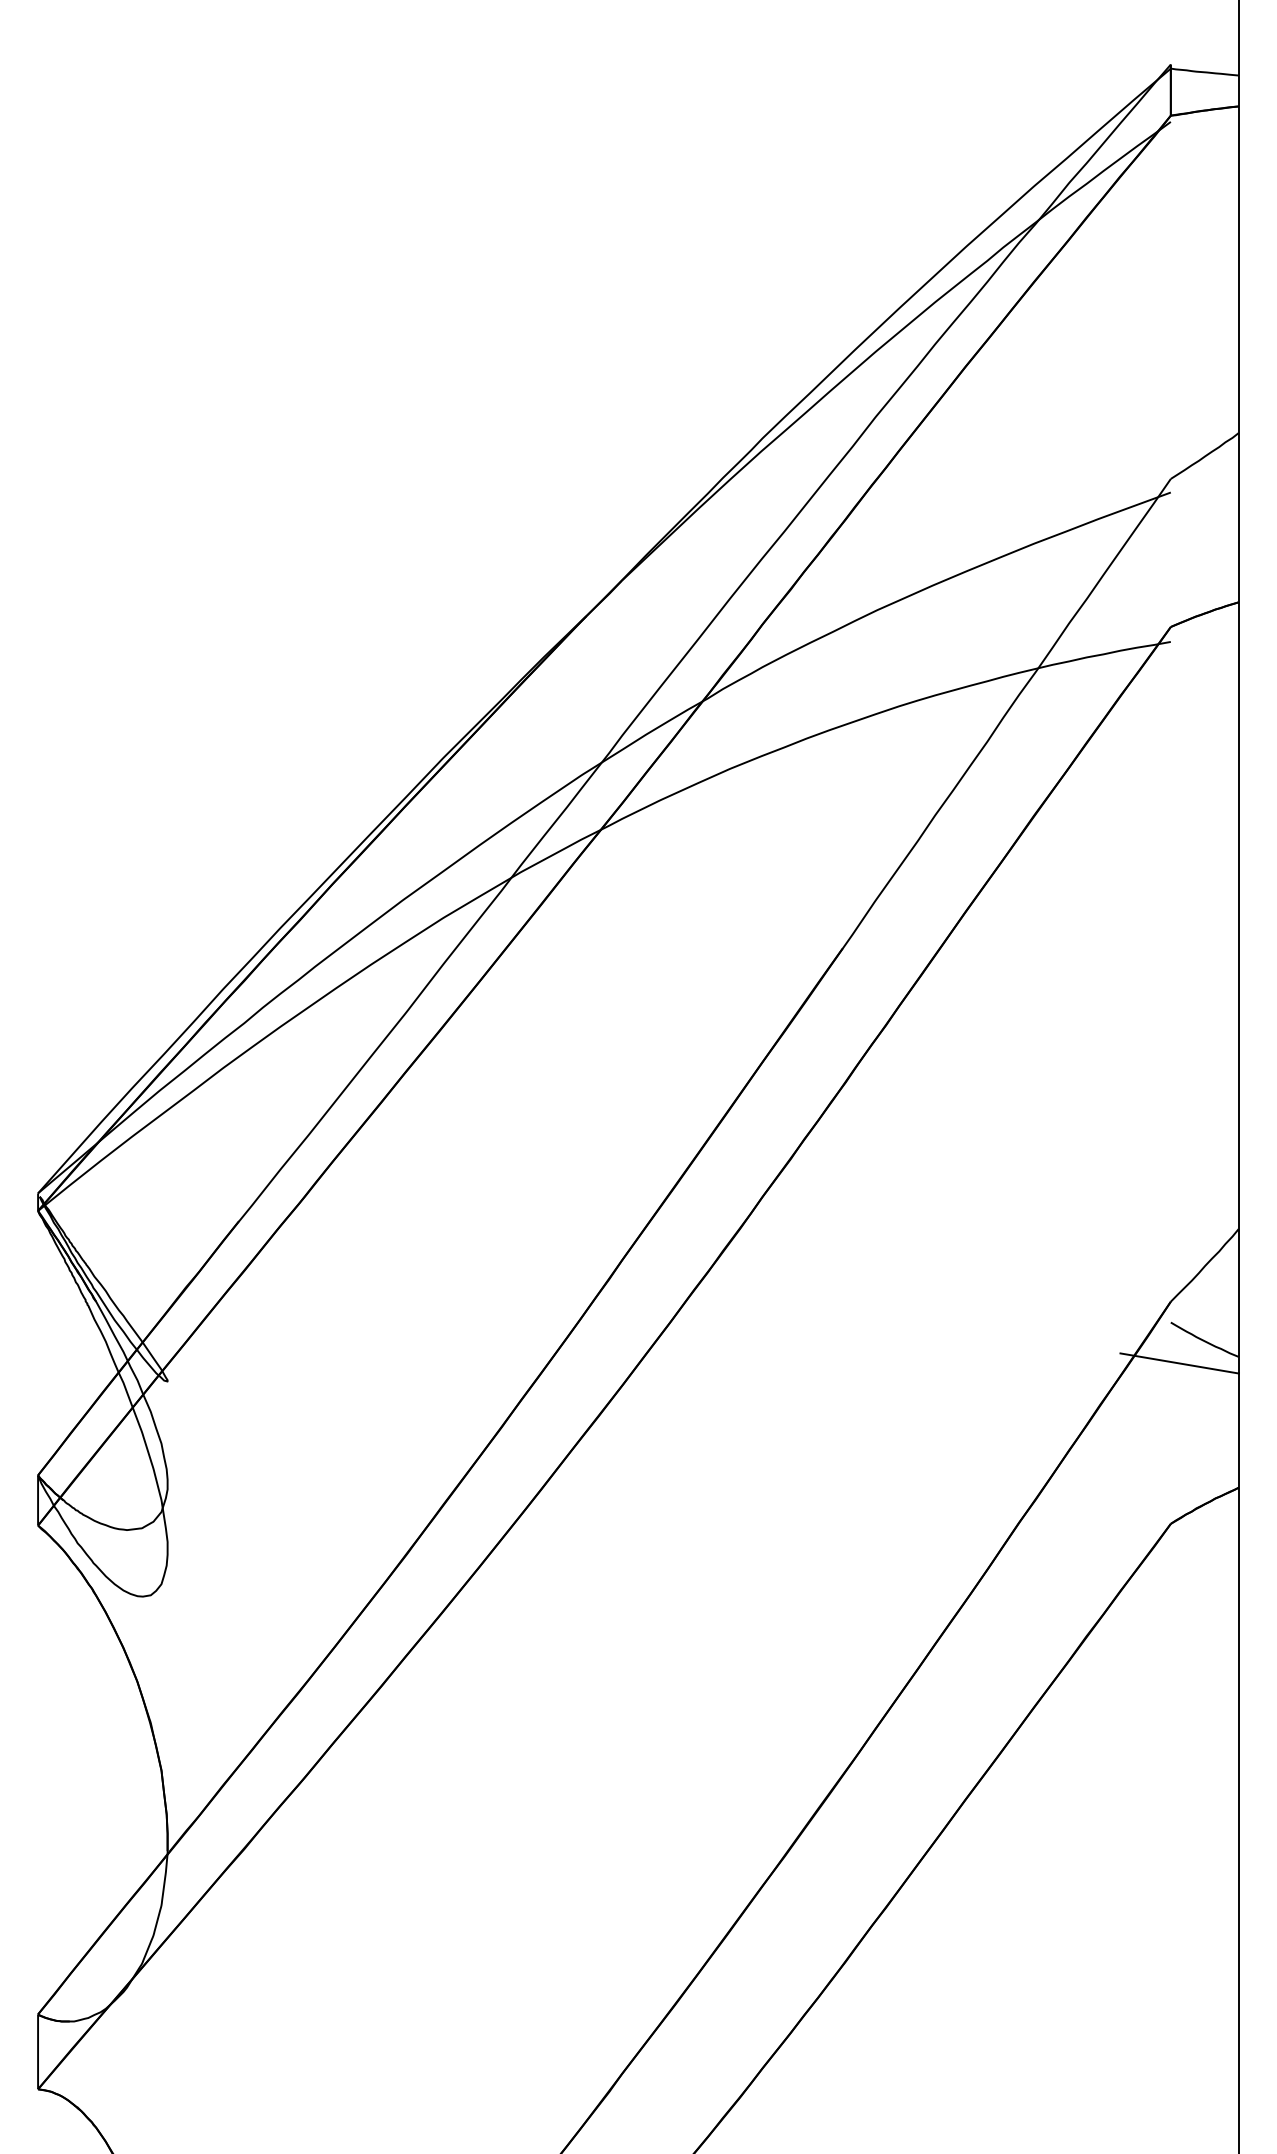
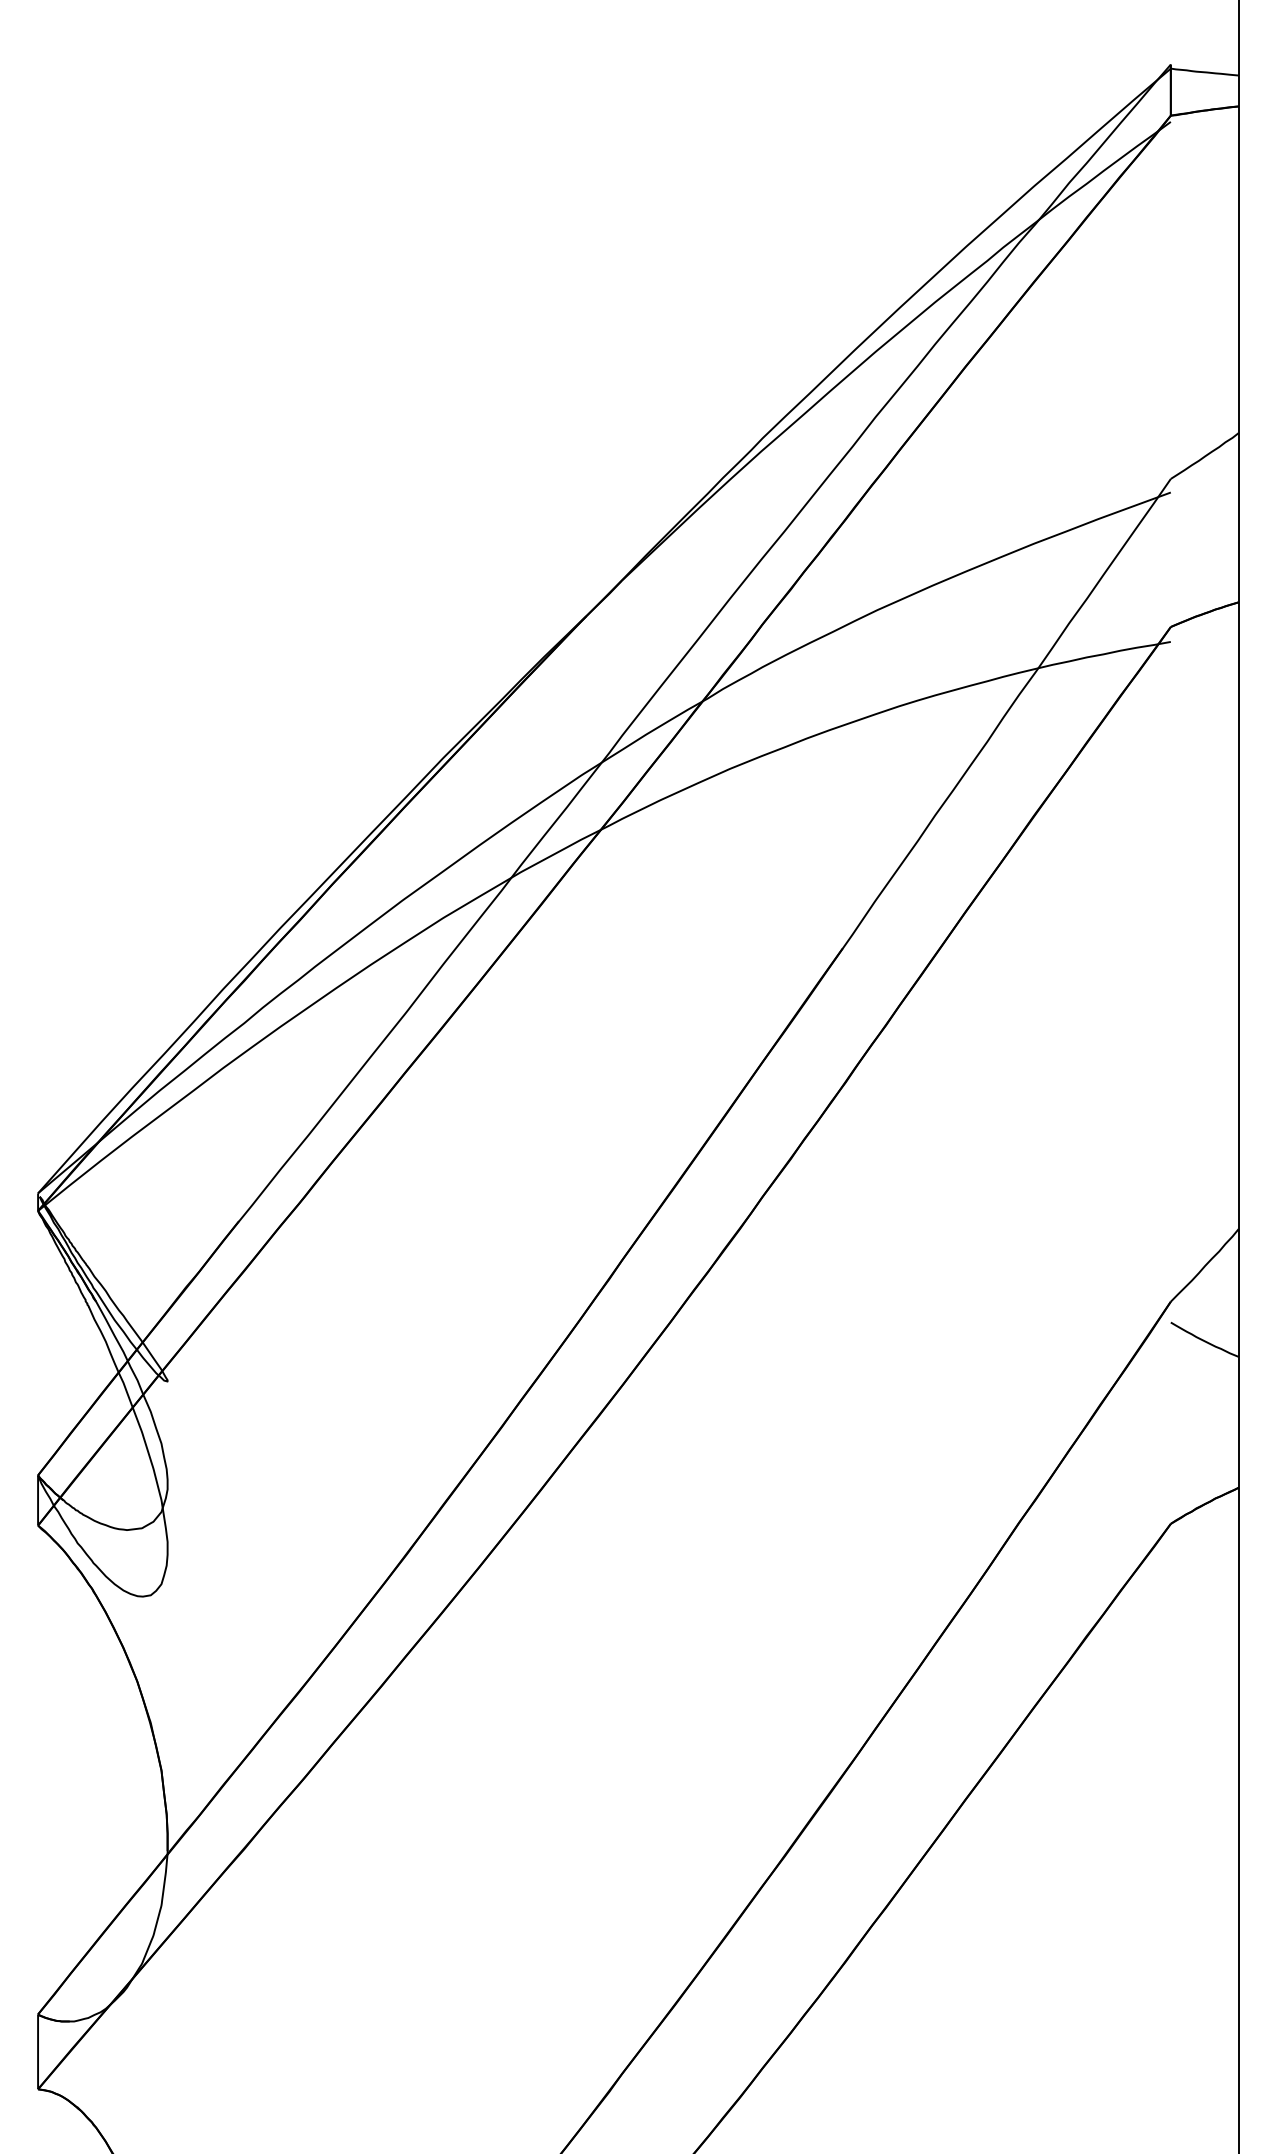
line at (1179, 1363): present -> none
